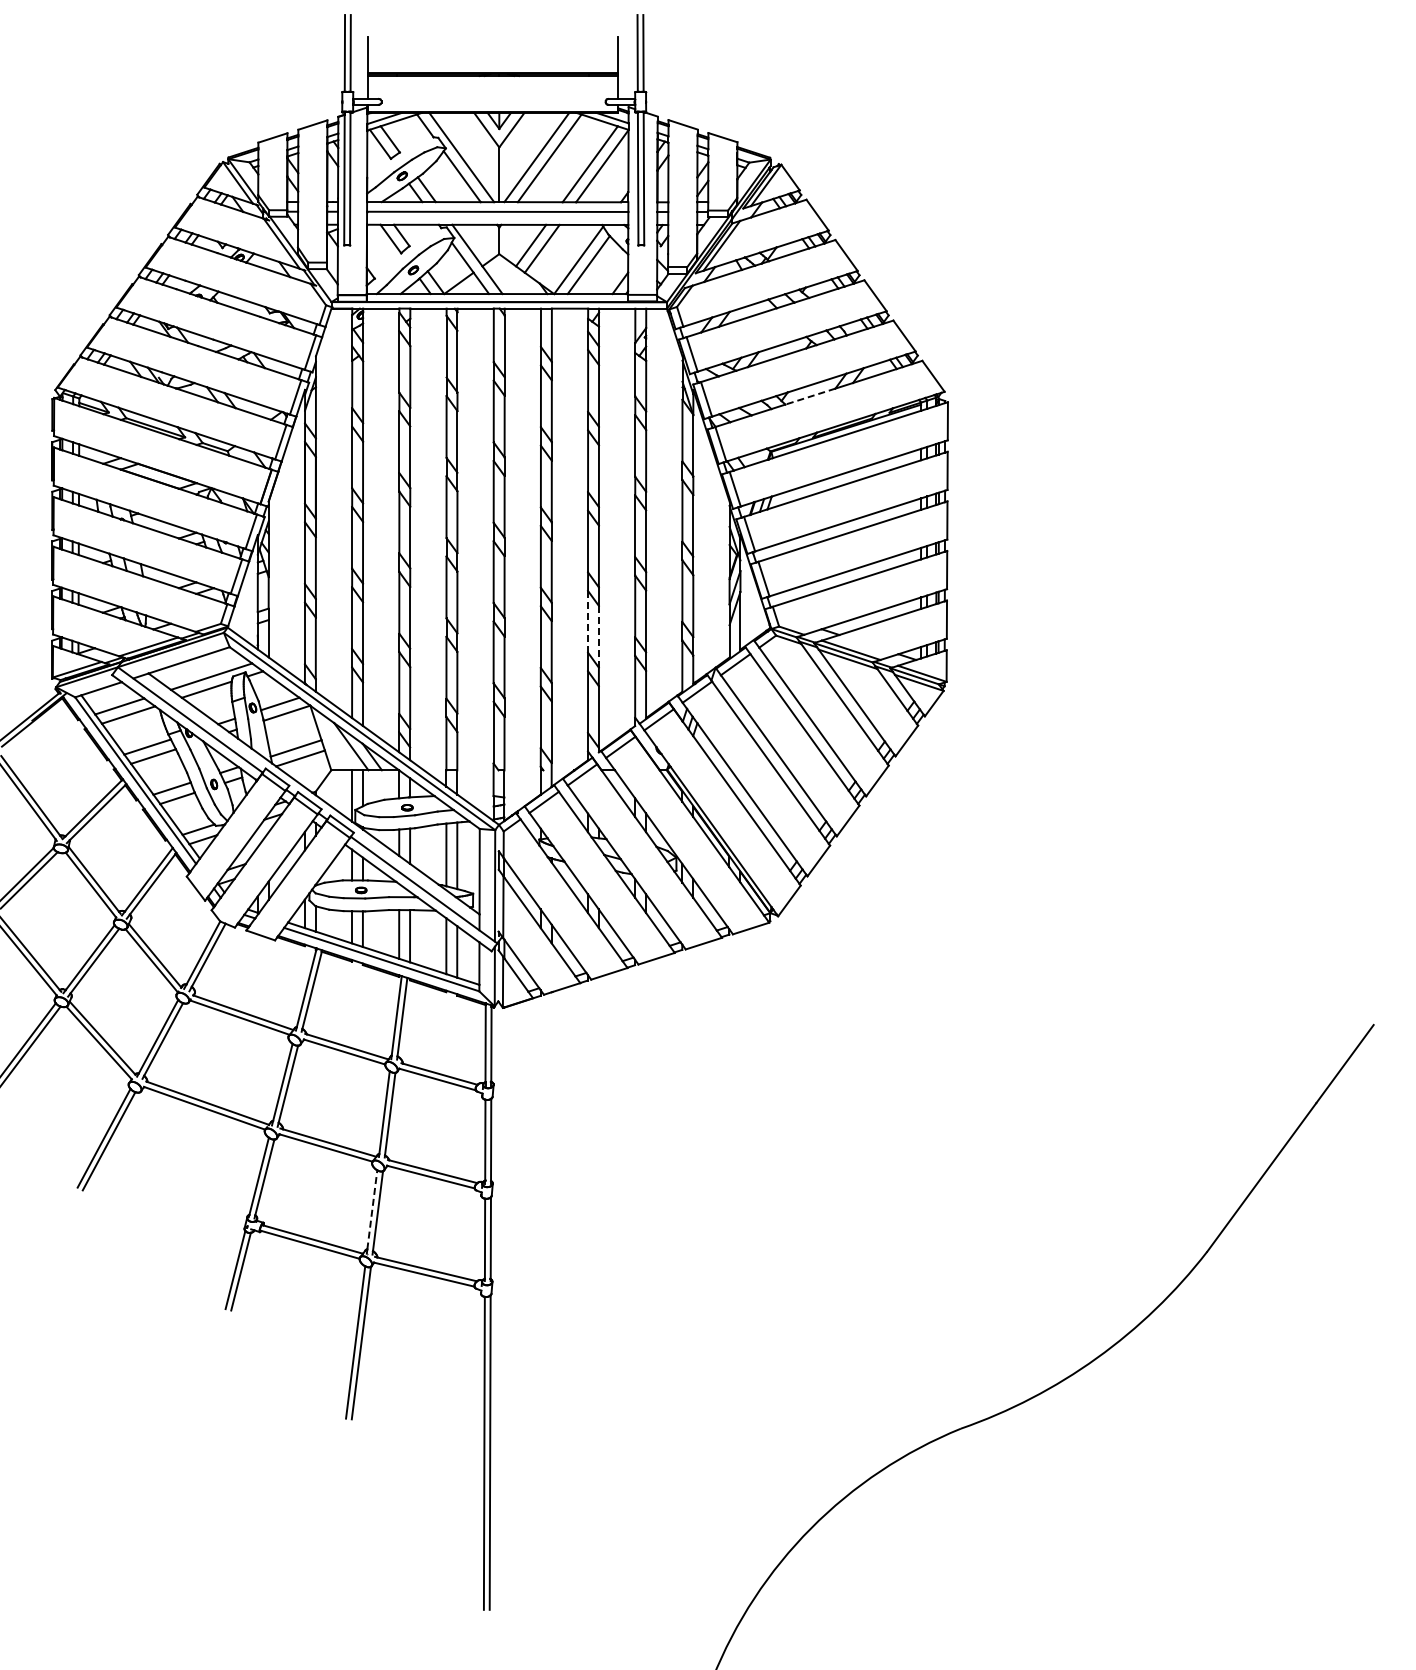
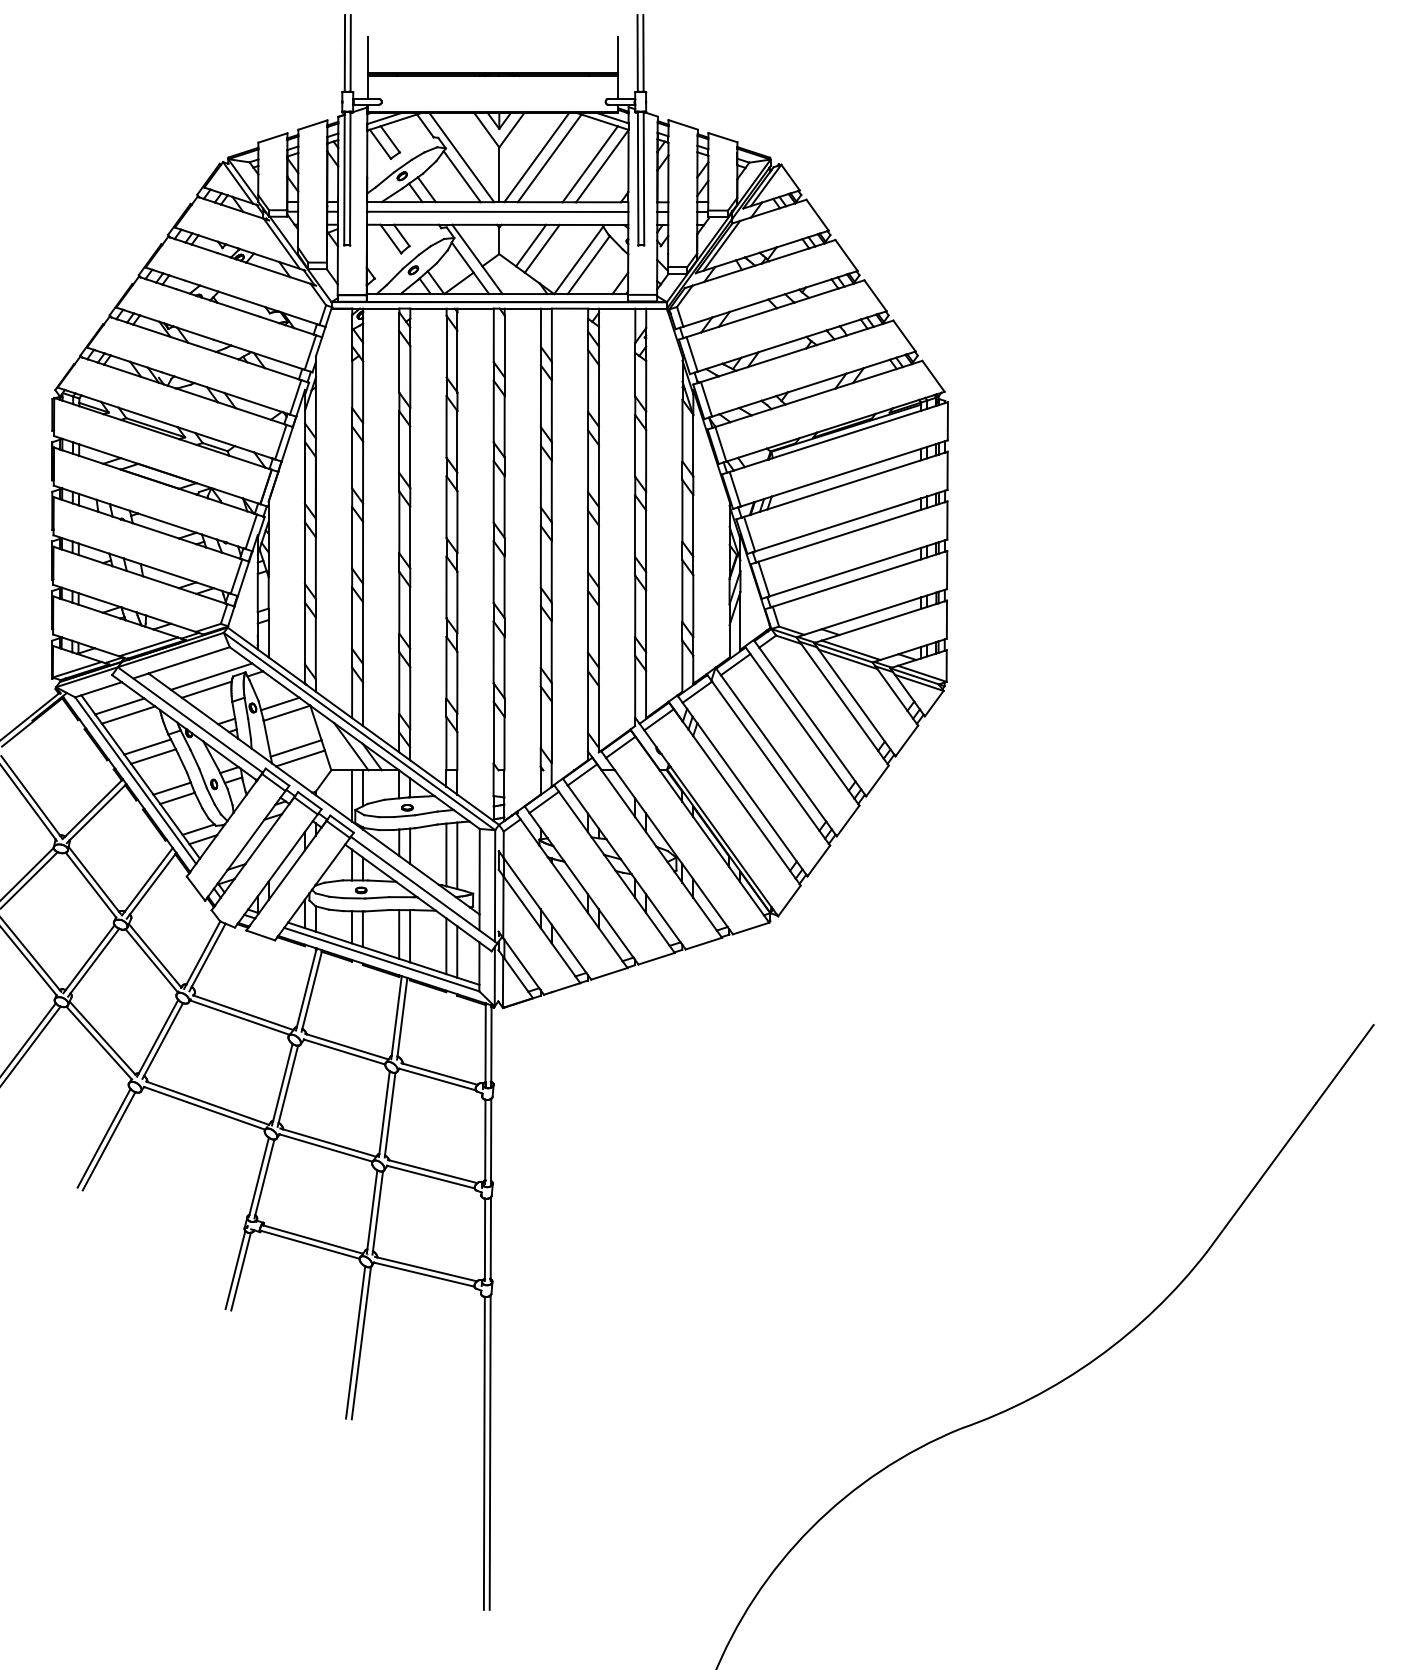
line at (809, 396): dashed -> solid
line at (588, 621): dashed -> solid
line at (598, 636): dashed -> solid
line at (372, 1209): dashed -> solid
